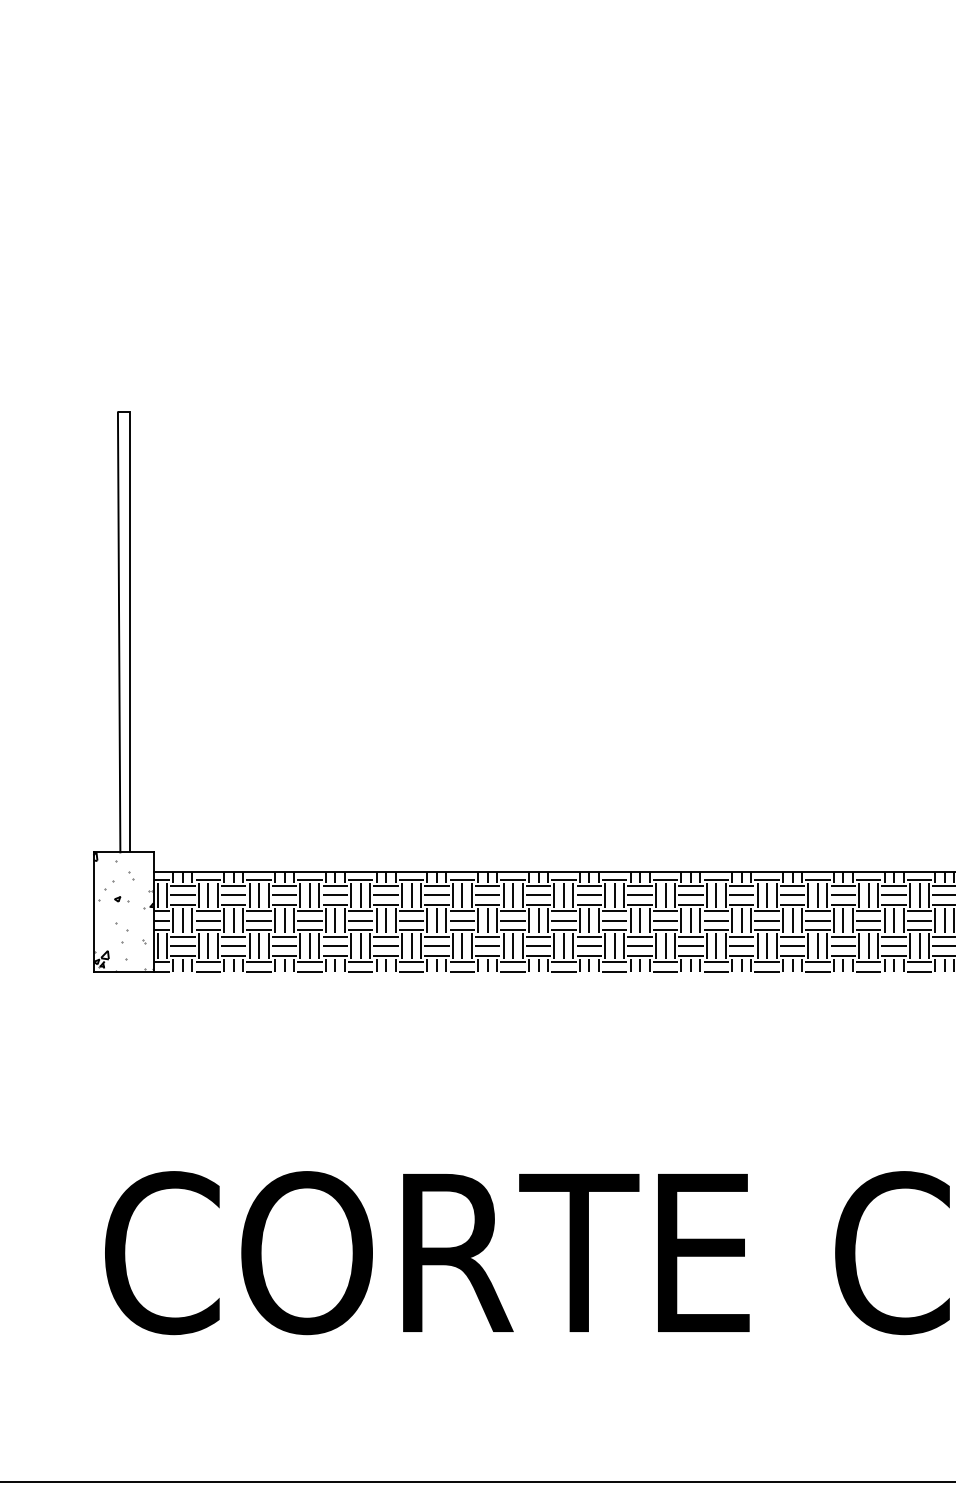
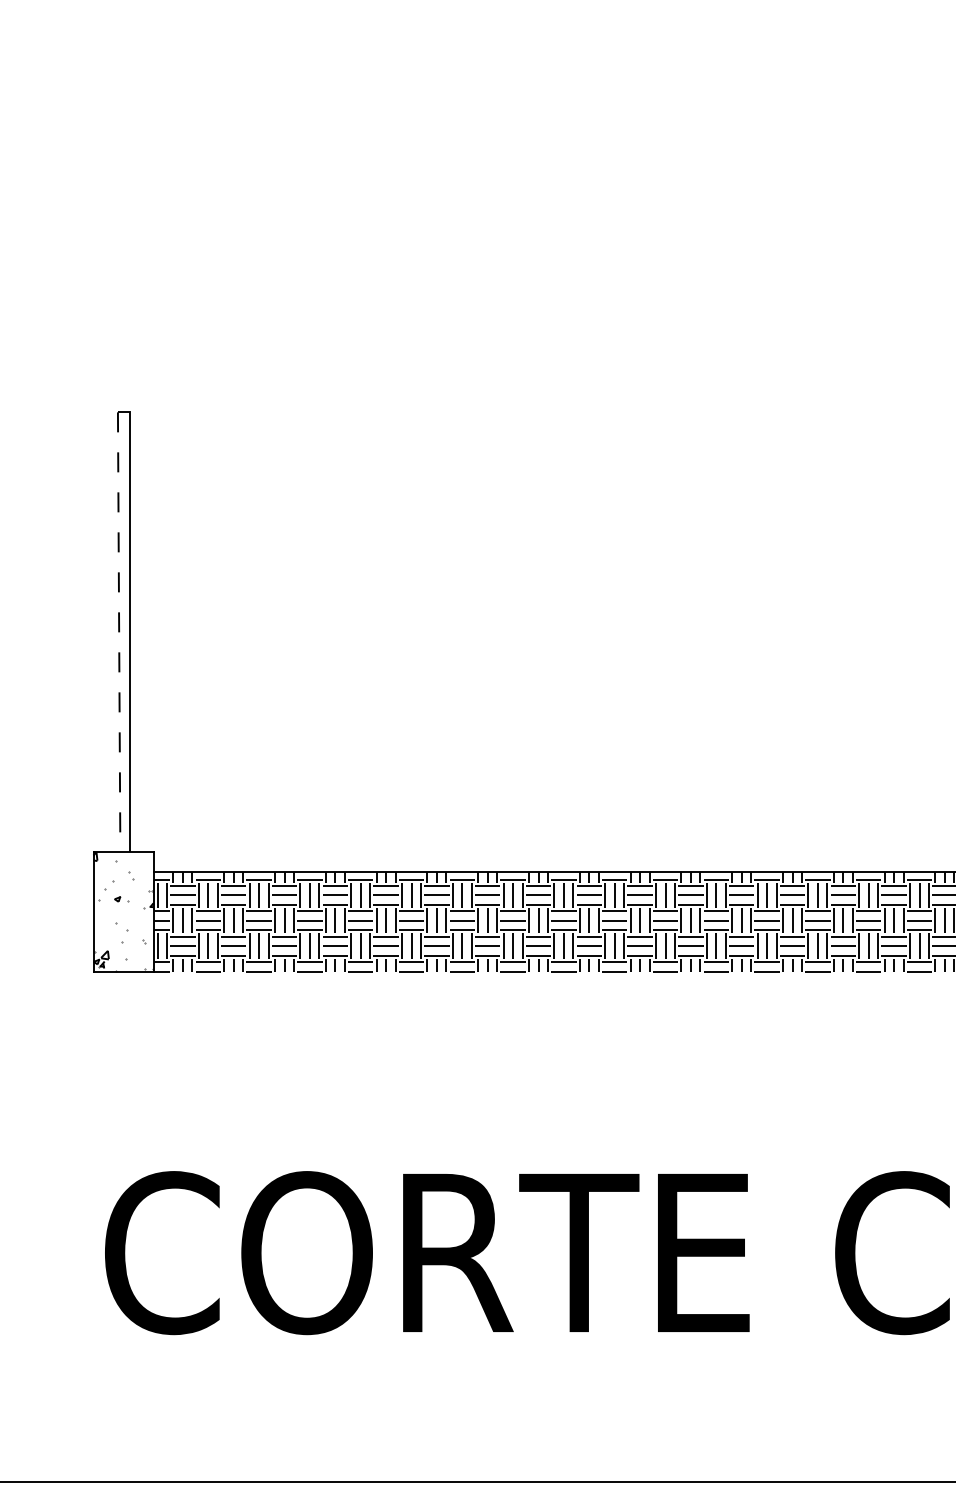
line at (119, 632): solid -> dashed
